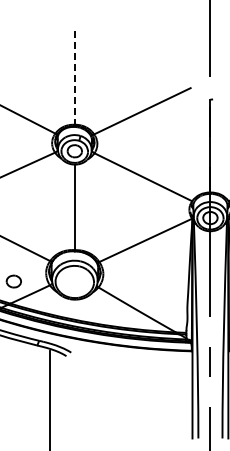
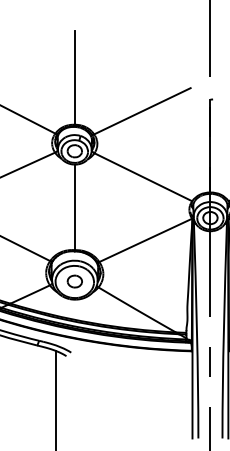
line at (74, 78): dashed -> solid
part at (13, 281) position: (13, 281) -> (74, 281)
line at (49, 398) position: (49, 398) -> (55, 398)
